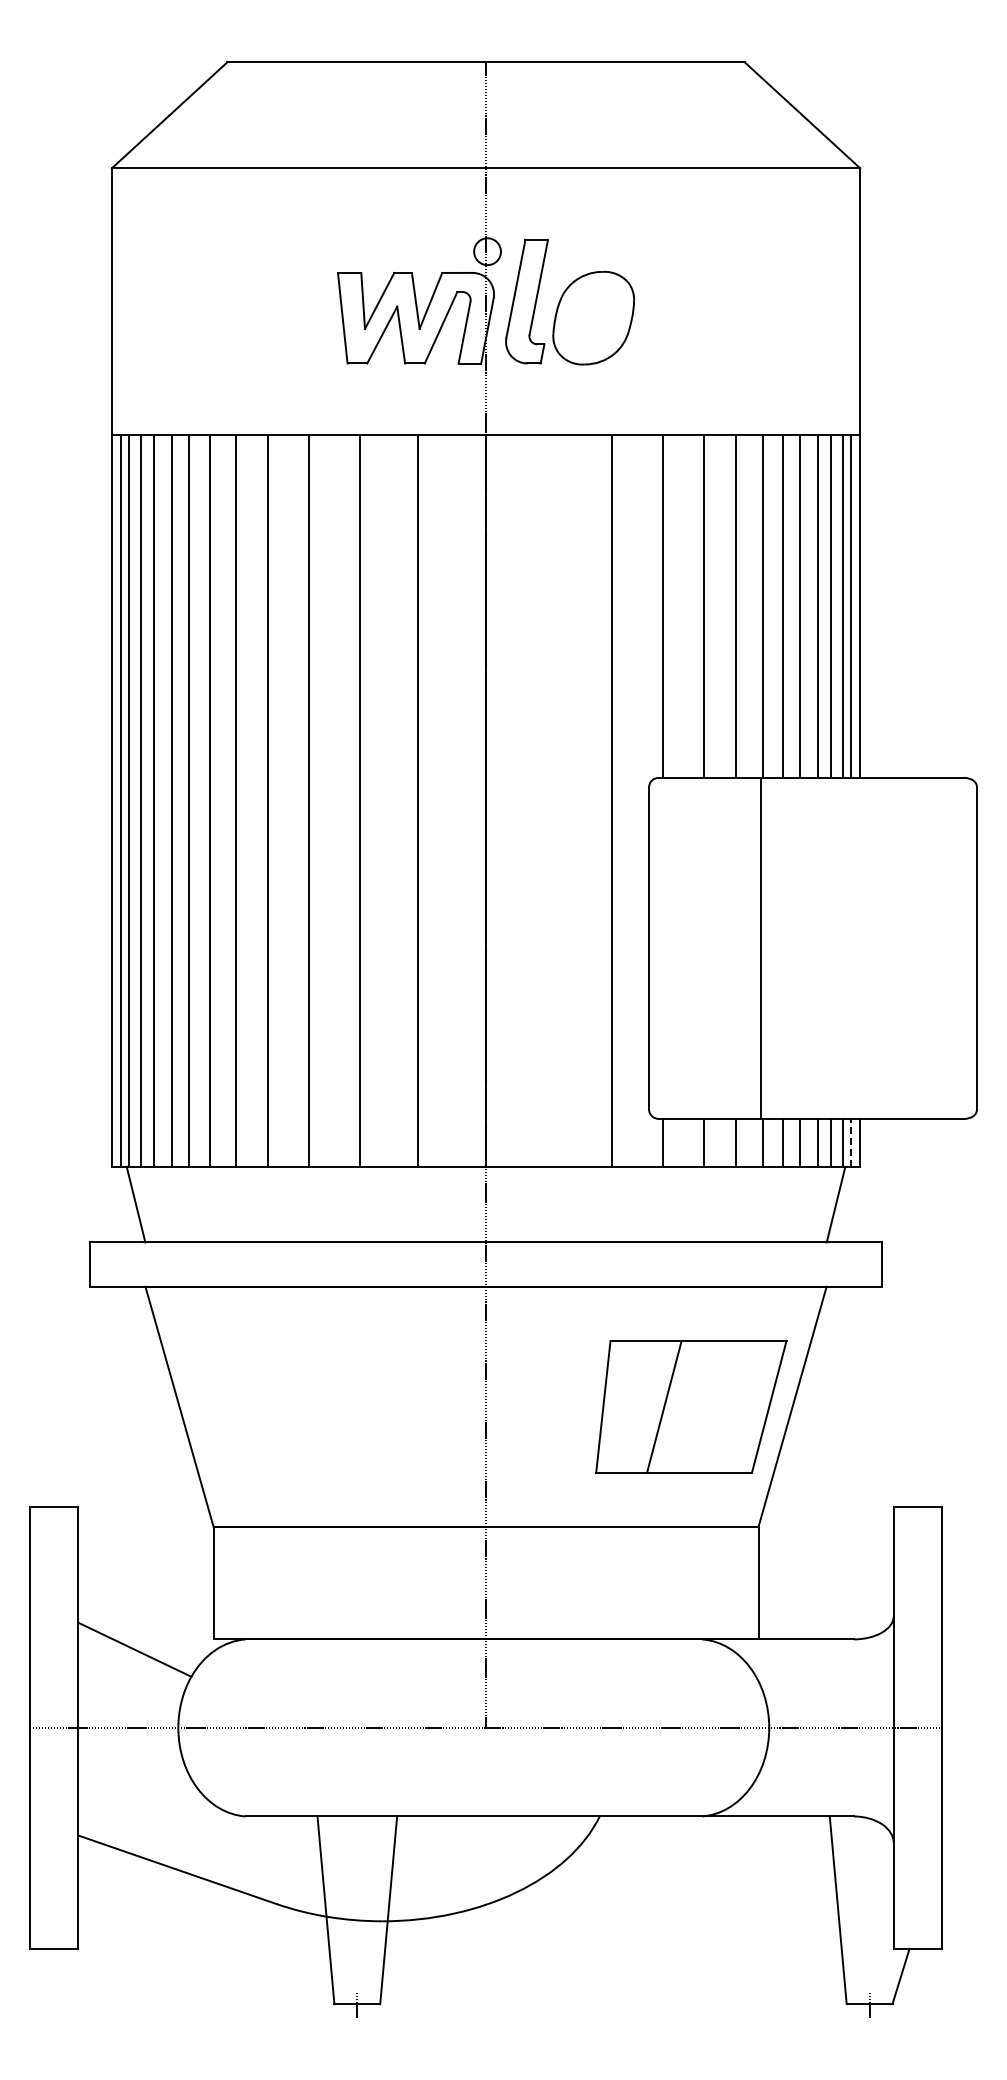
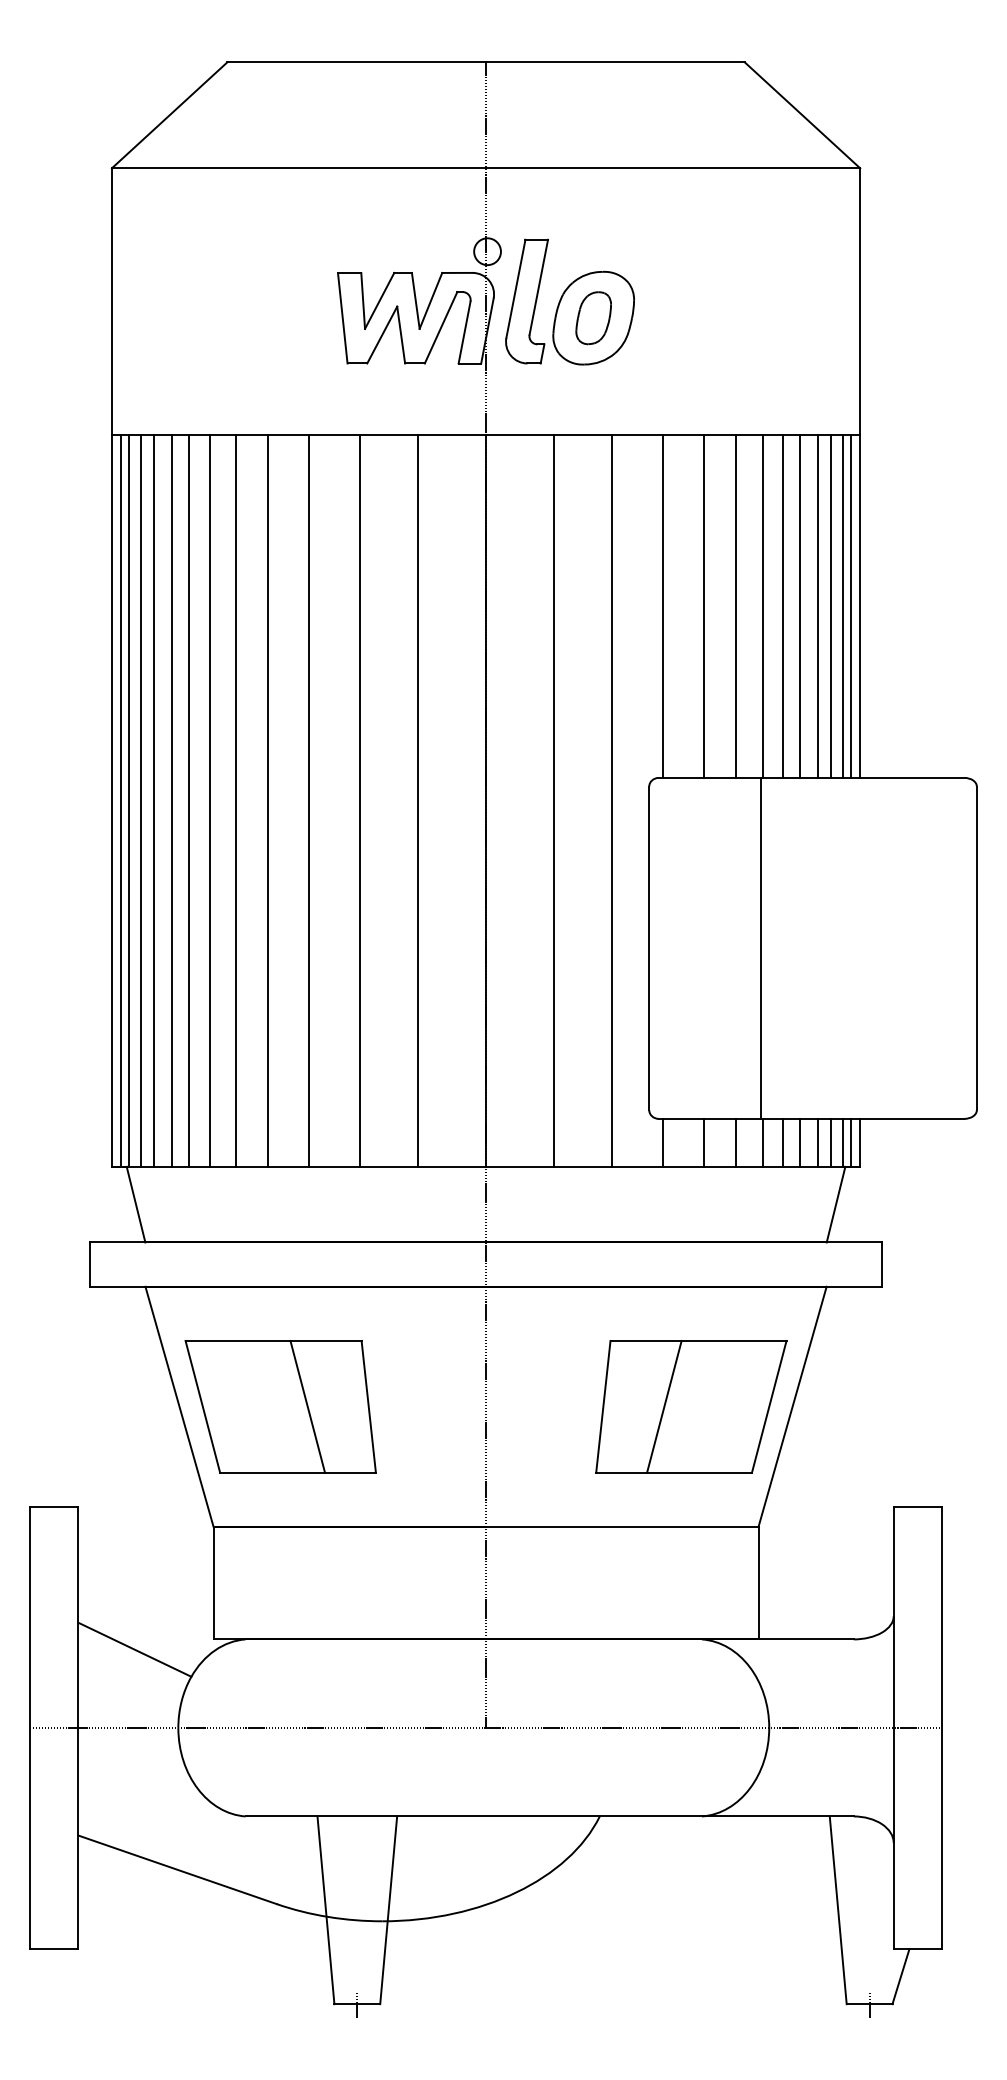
part at (593, 318): none -> present
line at (553, 800): none -> present
line at (850, 1142): dashed -> solid
part at (280, 1406): none -> present
